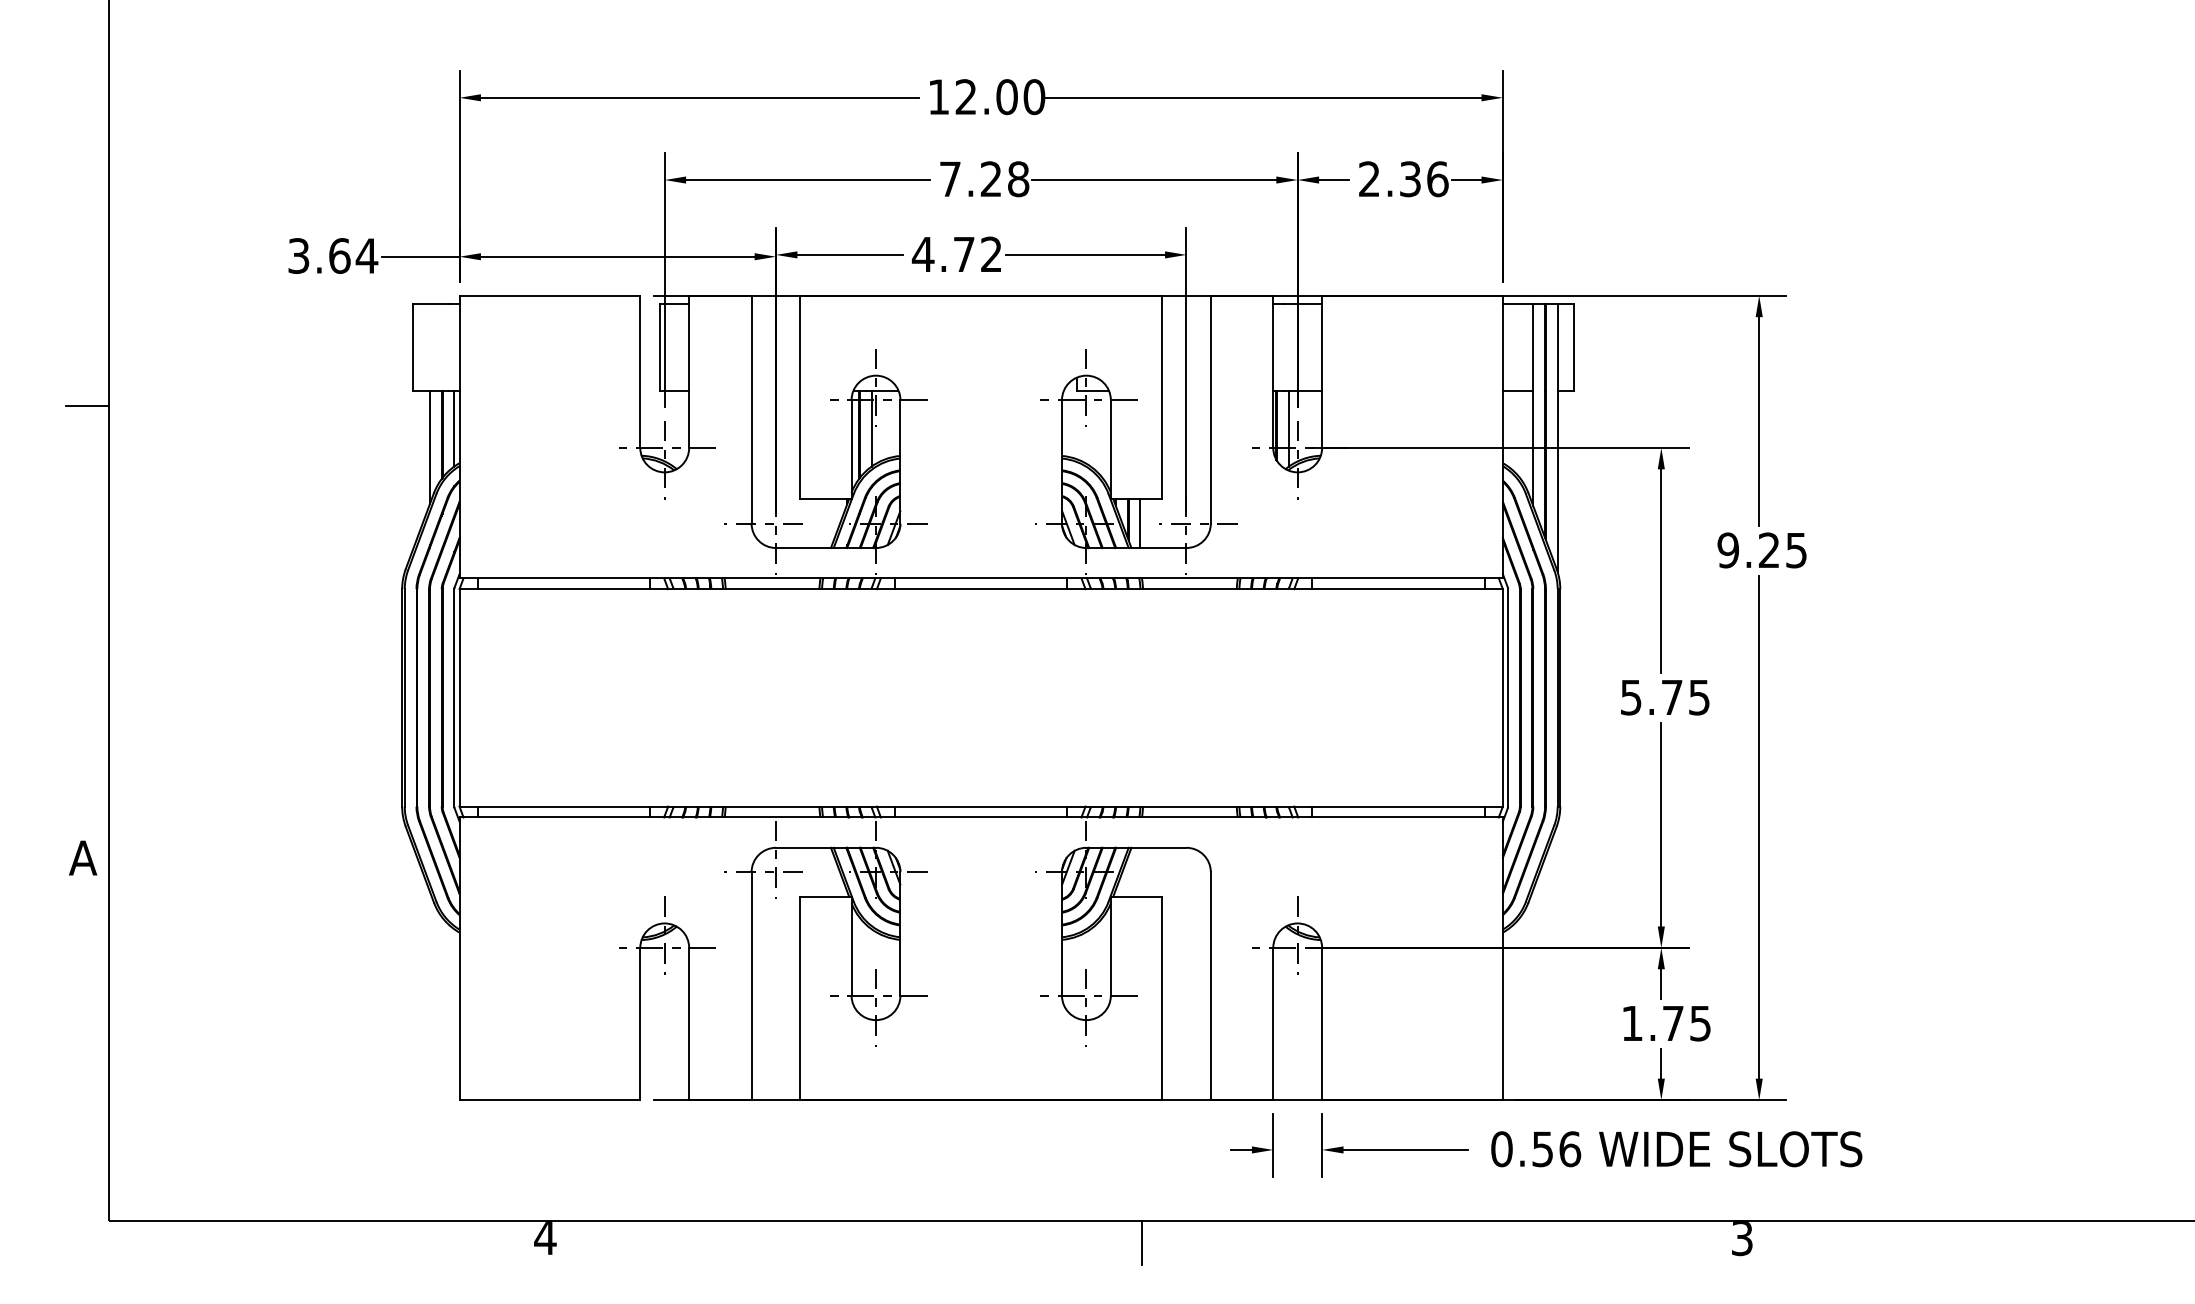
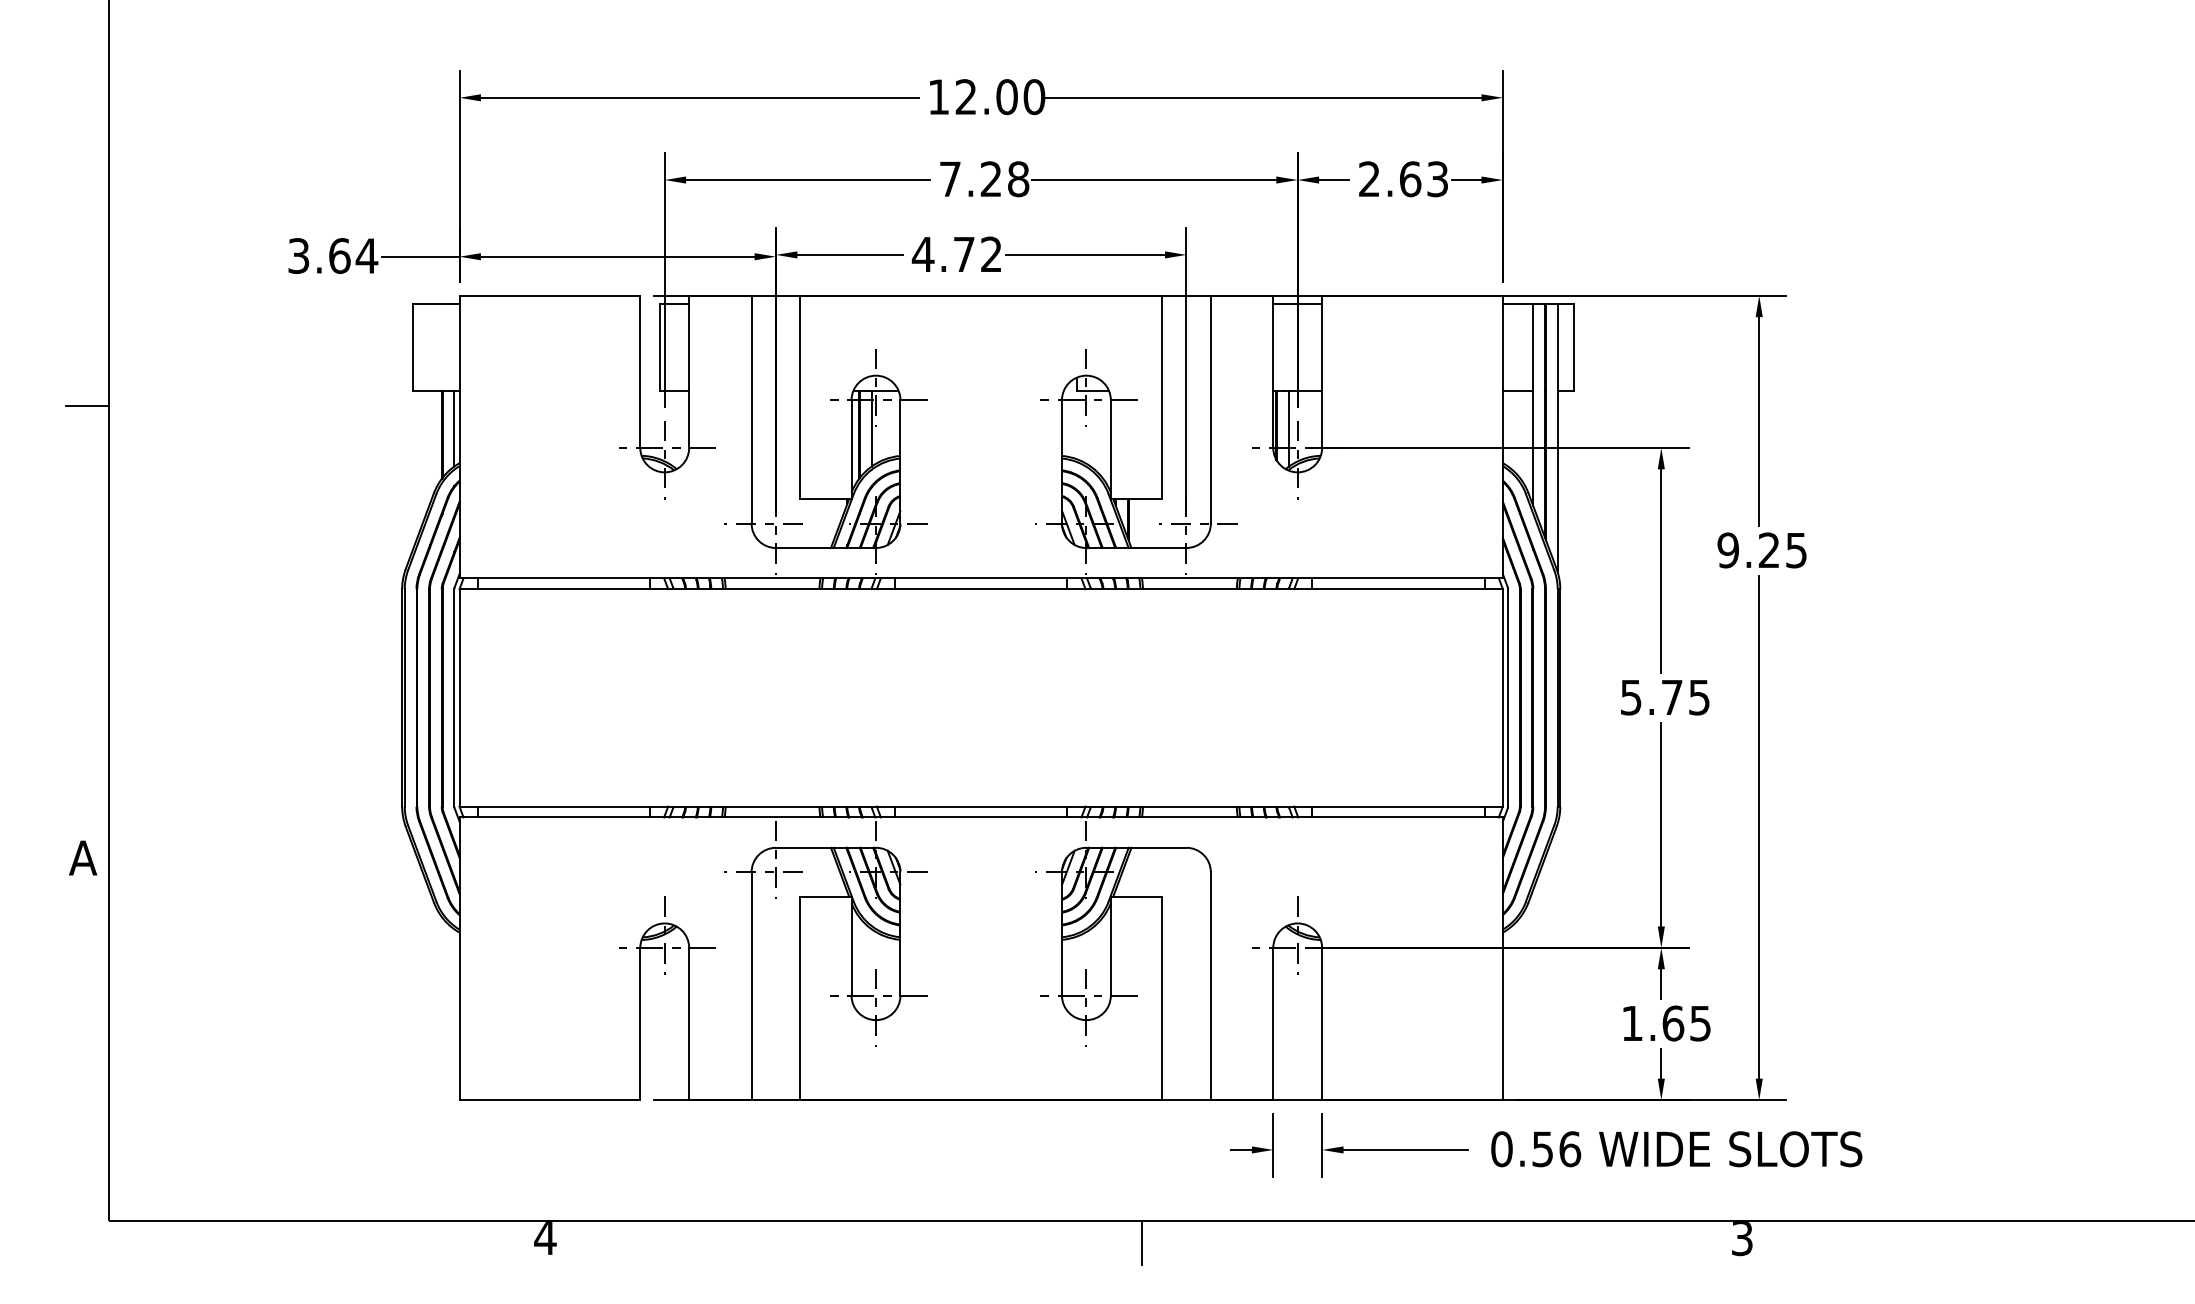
text at (1424, 179): 2.36 -> 2.63
line at (429, 447): present -> none
line at (1140, 523): present -> none
text at (1673, 1023): 1.75 -> 1.65
